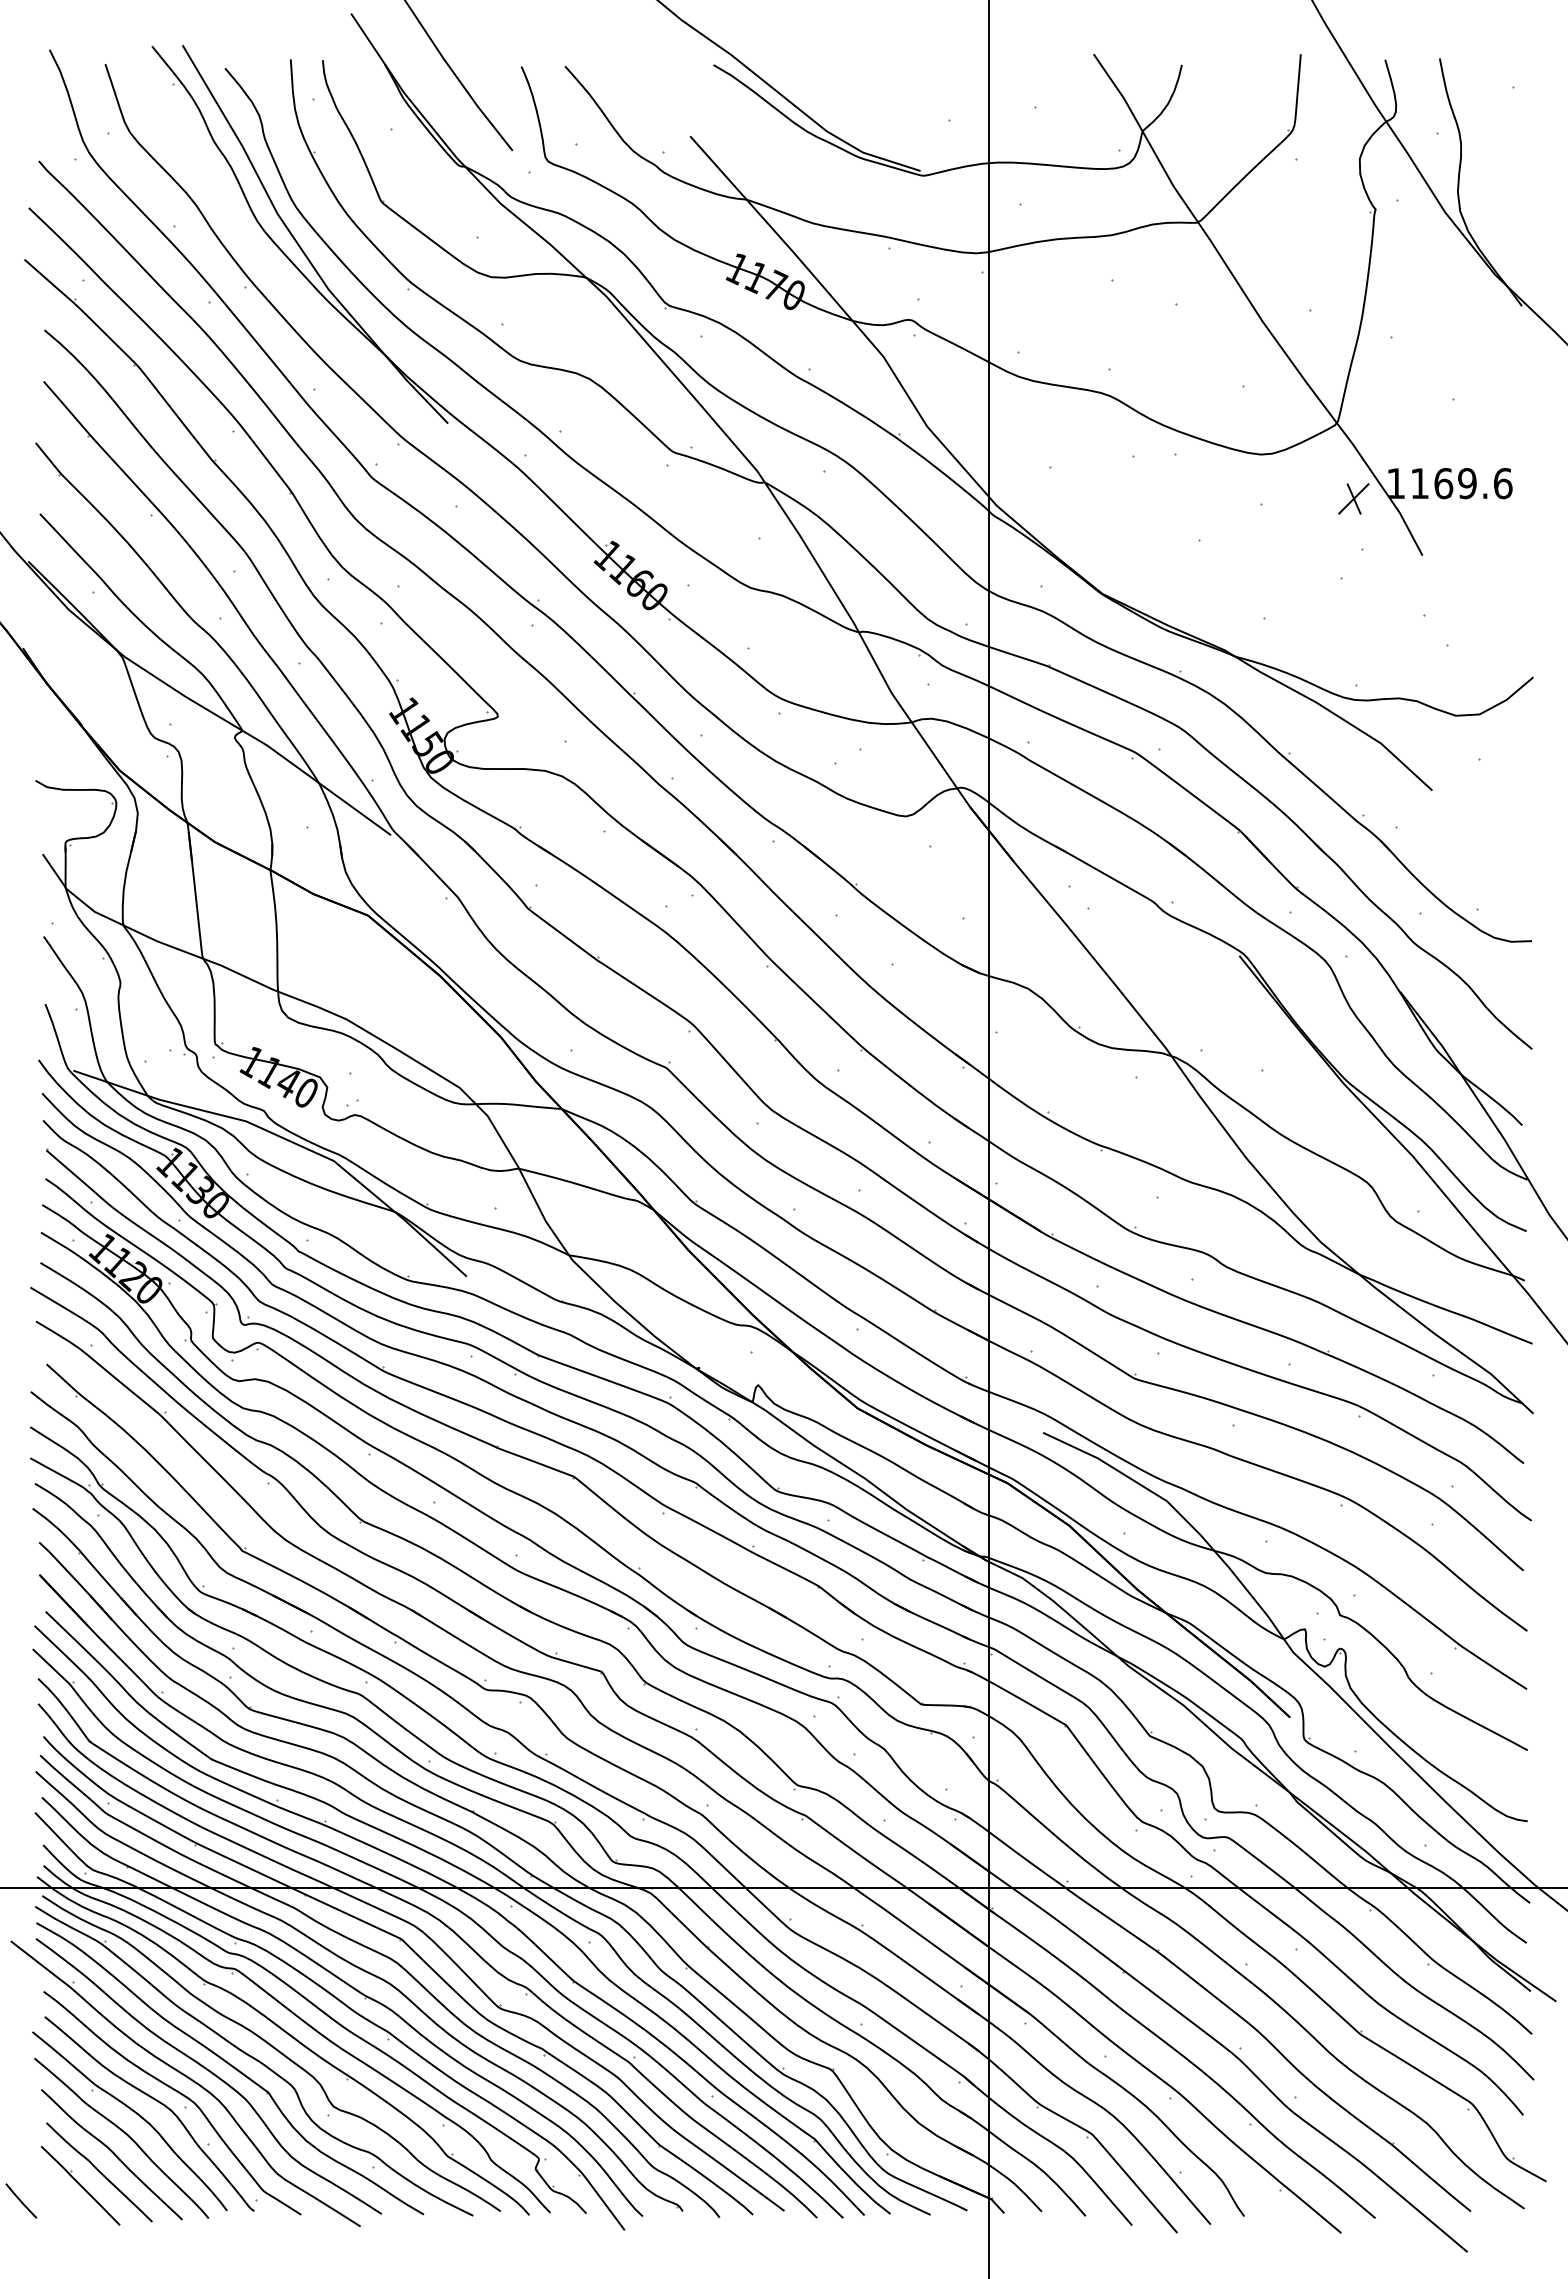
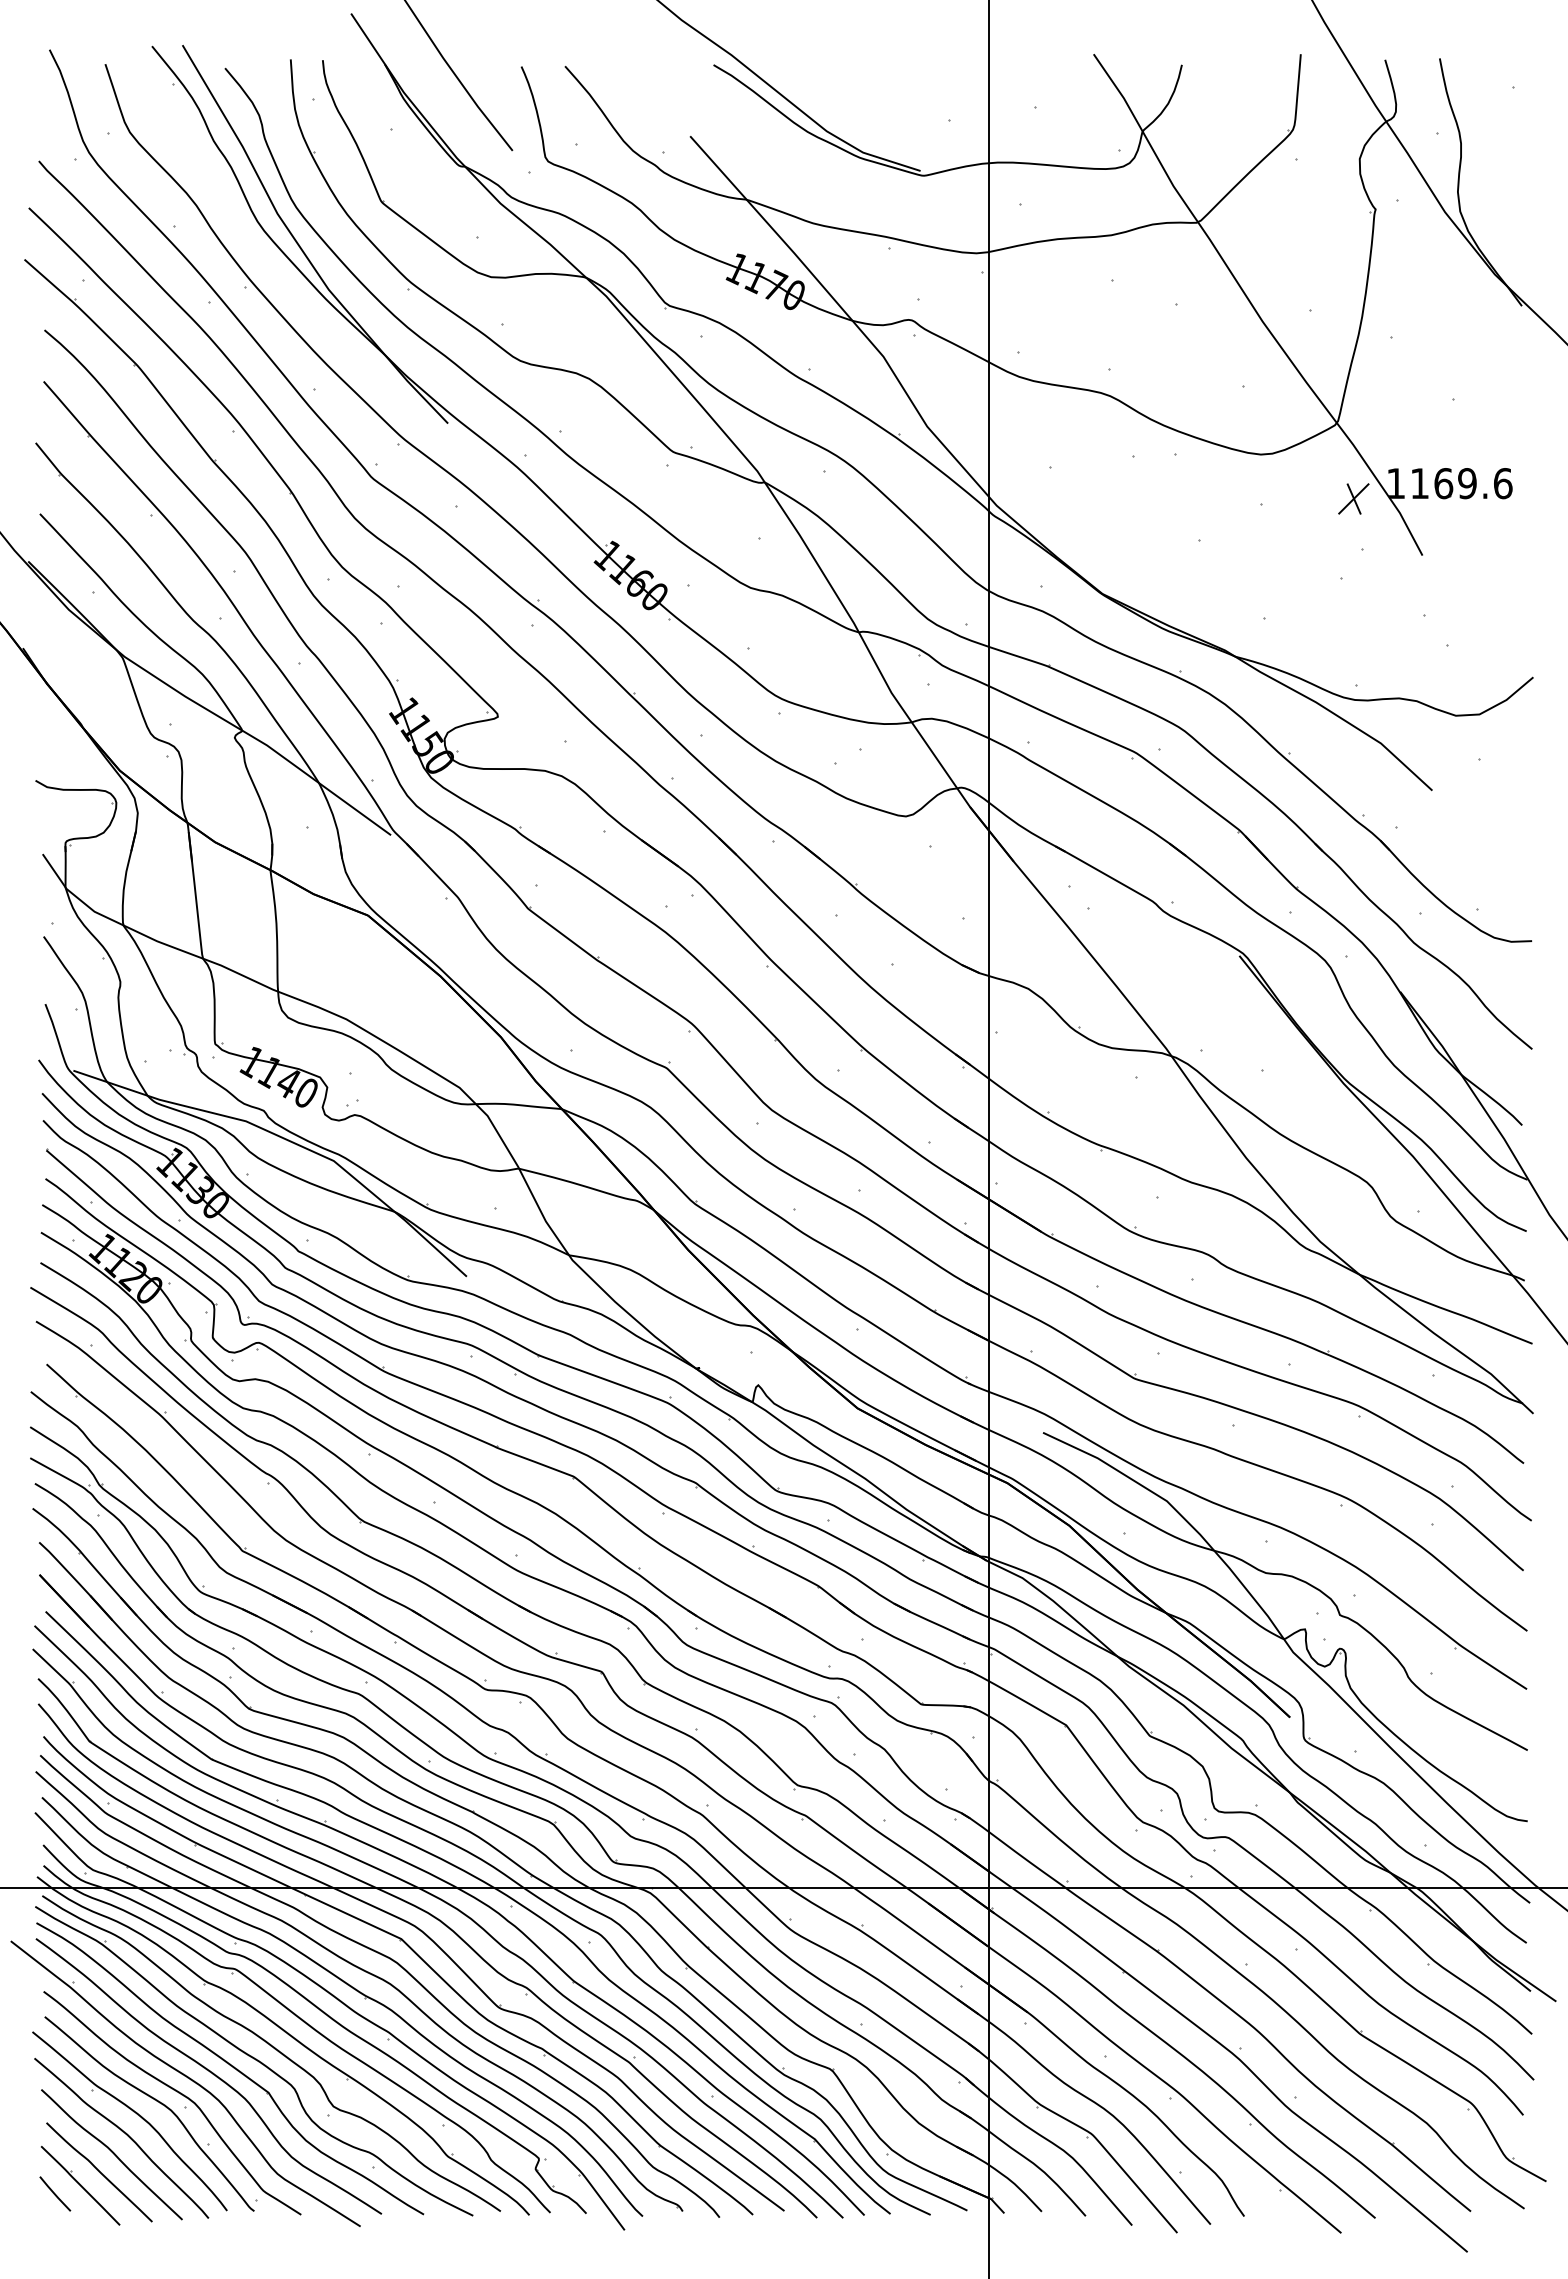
line at (21, 2200) position: (21, 2200) -> (55, 2193)
